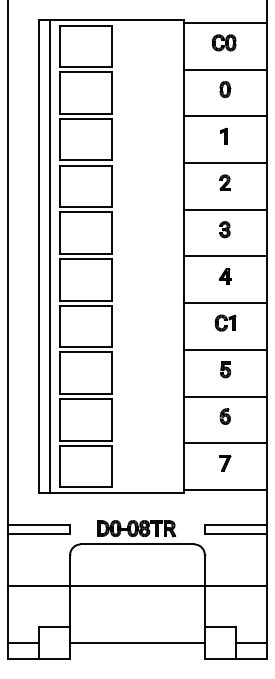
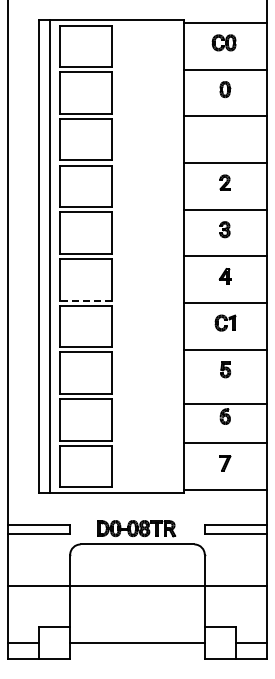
part at (223, 135): present -> none
line at (85, 300): solid -> dashed
line at (225, 396) position: (225, 396) -> (225, 403)
